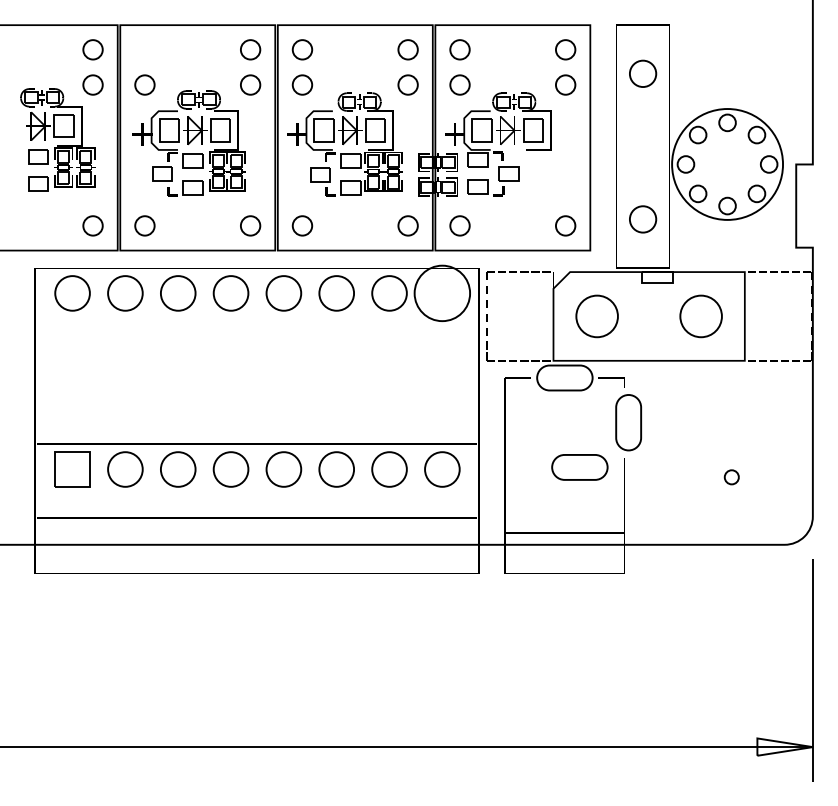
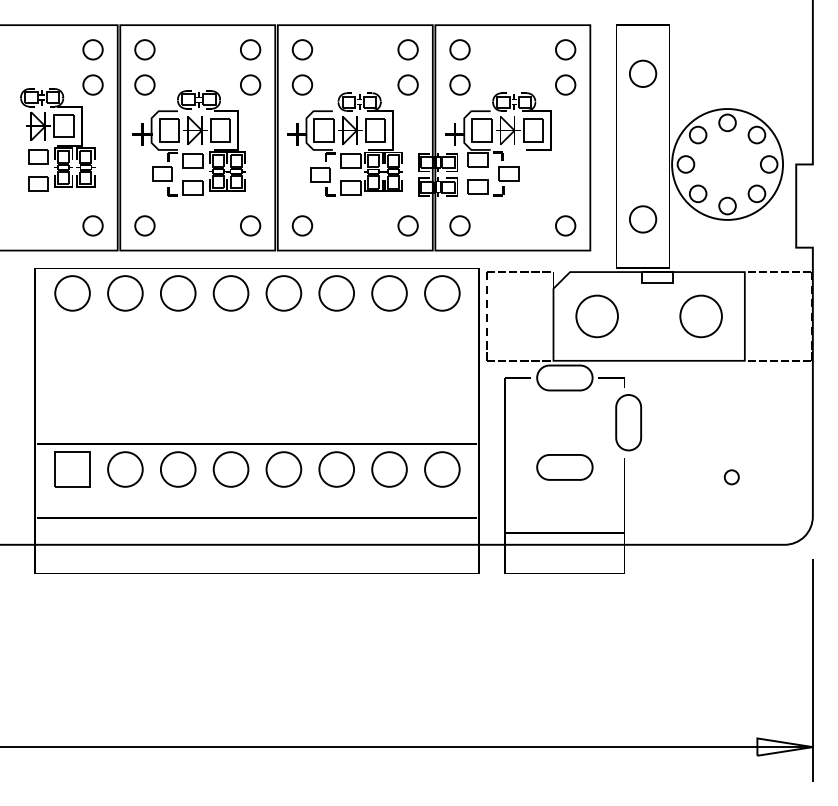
circle at (144, 49): none -> present
circle at (442, 293) diameter: 55 px -> 35 px
part at (579, 467) position: (579, 467) -> (564, 467)
